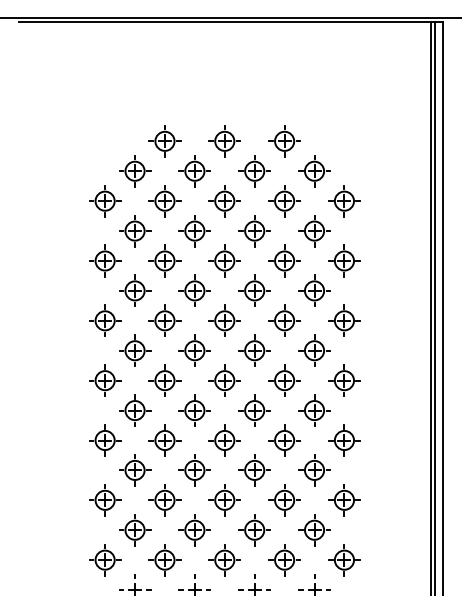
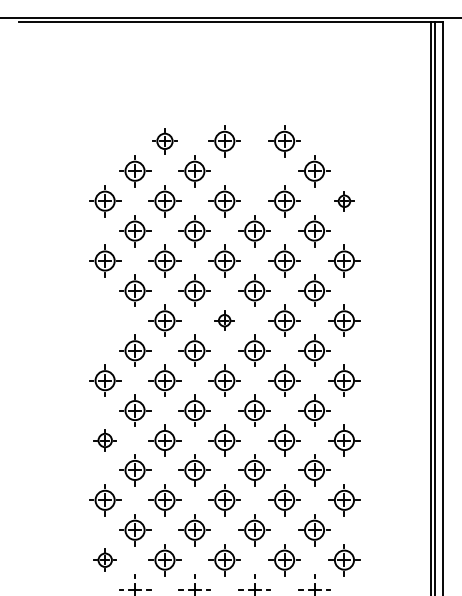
part at (164, 141) size: 34x33 px -> 26x27 px
part at (254, 171): present -> none
part at (344, 201) size: 33x33 px -> 21x21 px
part at (105, 320): present -> none
part at (224, 320) size: 33x33 px -> 21x21 px
part at (105, 440) size: 33x33 px -> 24x23 px
part at (105, 560) size: 33x33 px -> 24x24 px
